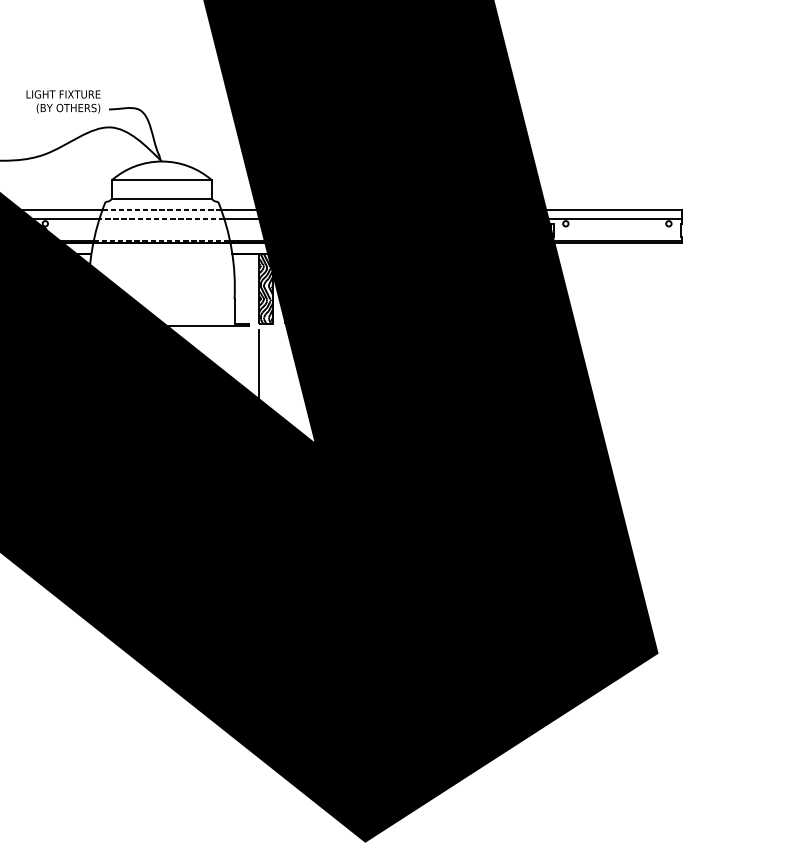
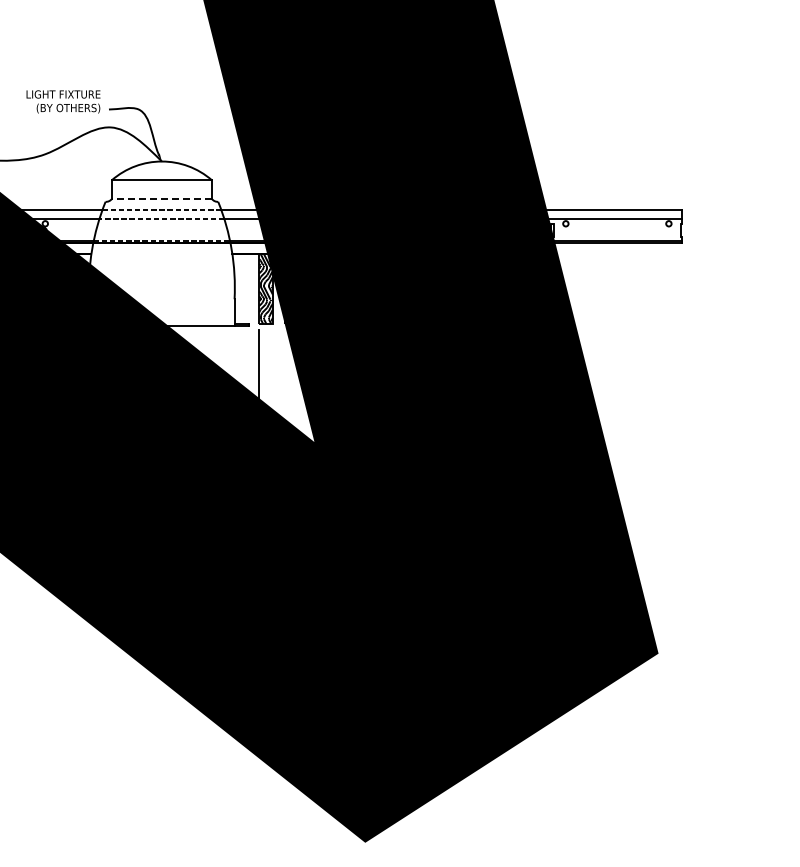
line at (161, 199): solid -> dashed
